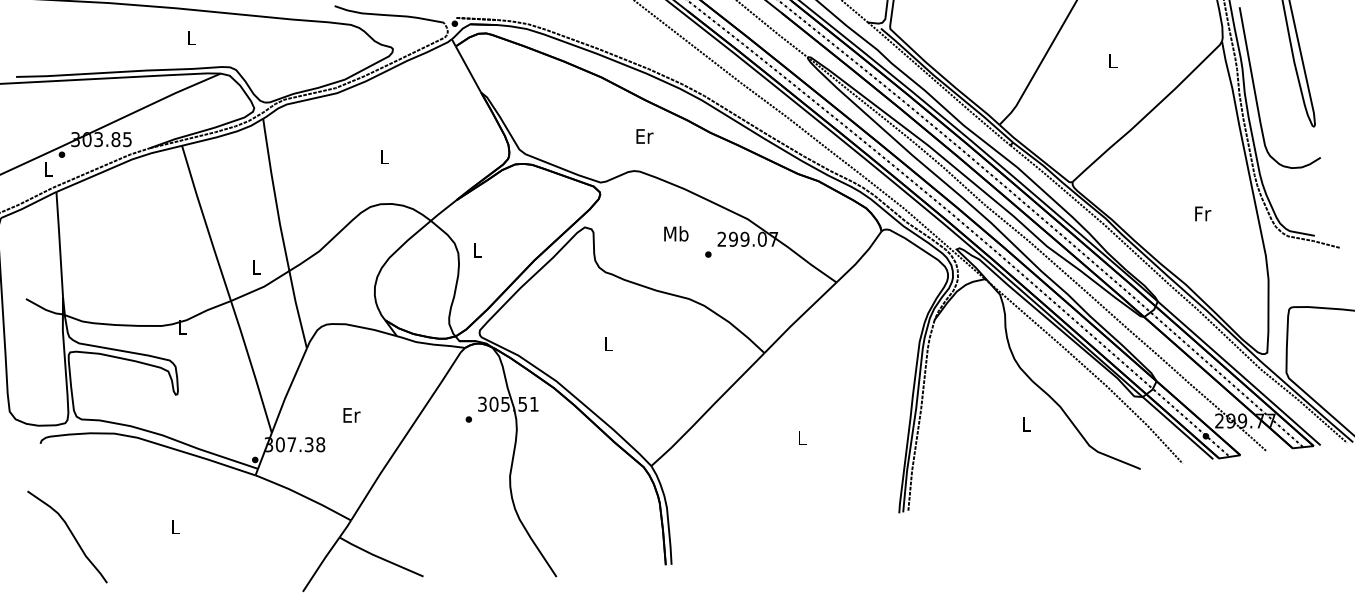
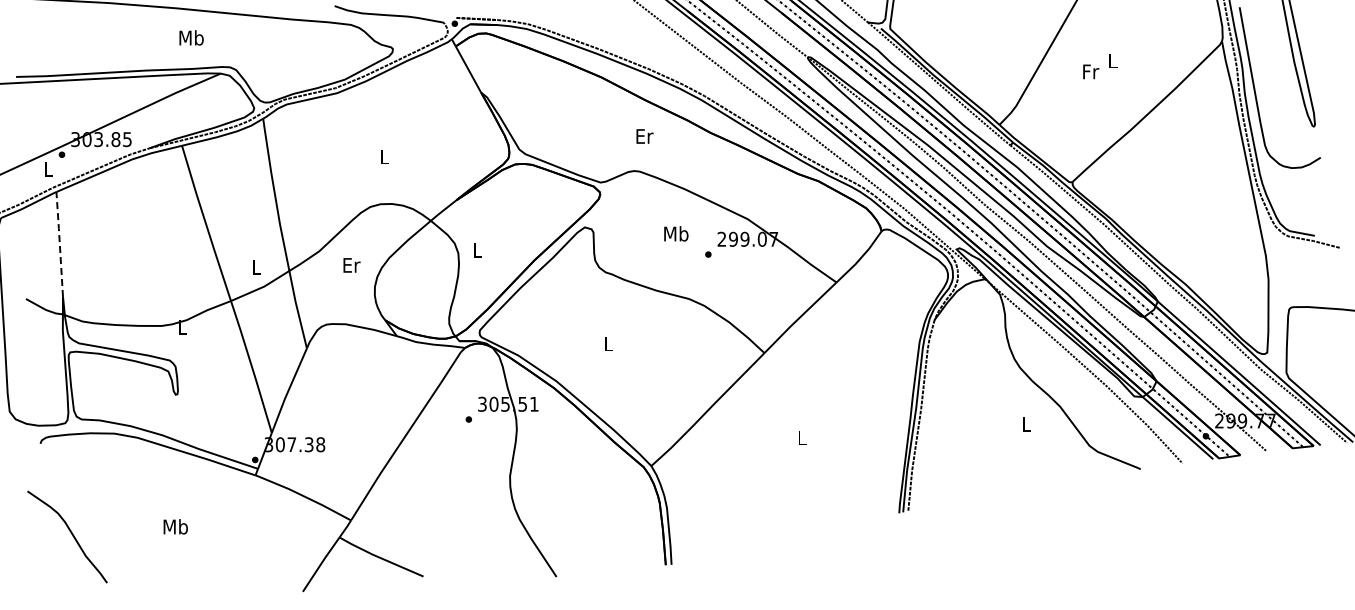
text at (191, 37): L -> Mb
text at (1203, 213) position: (1203, 213) -> (1091, 71)
line at (59, 243): solid -> dashed
text at (351, 415) position: (351, 415) -> (351, 265)
text at (175, 526): L -> Mb
